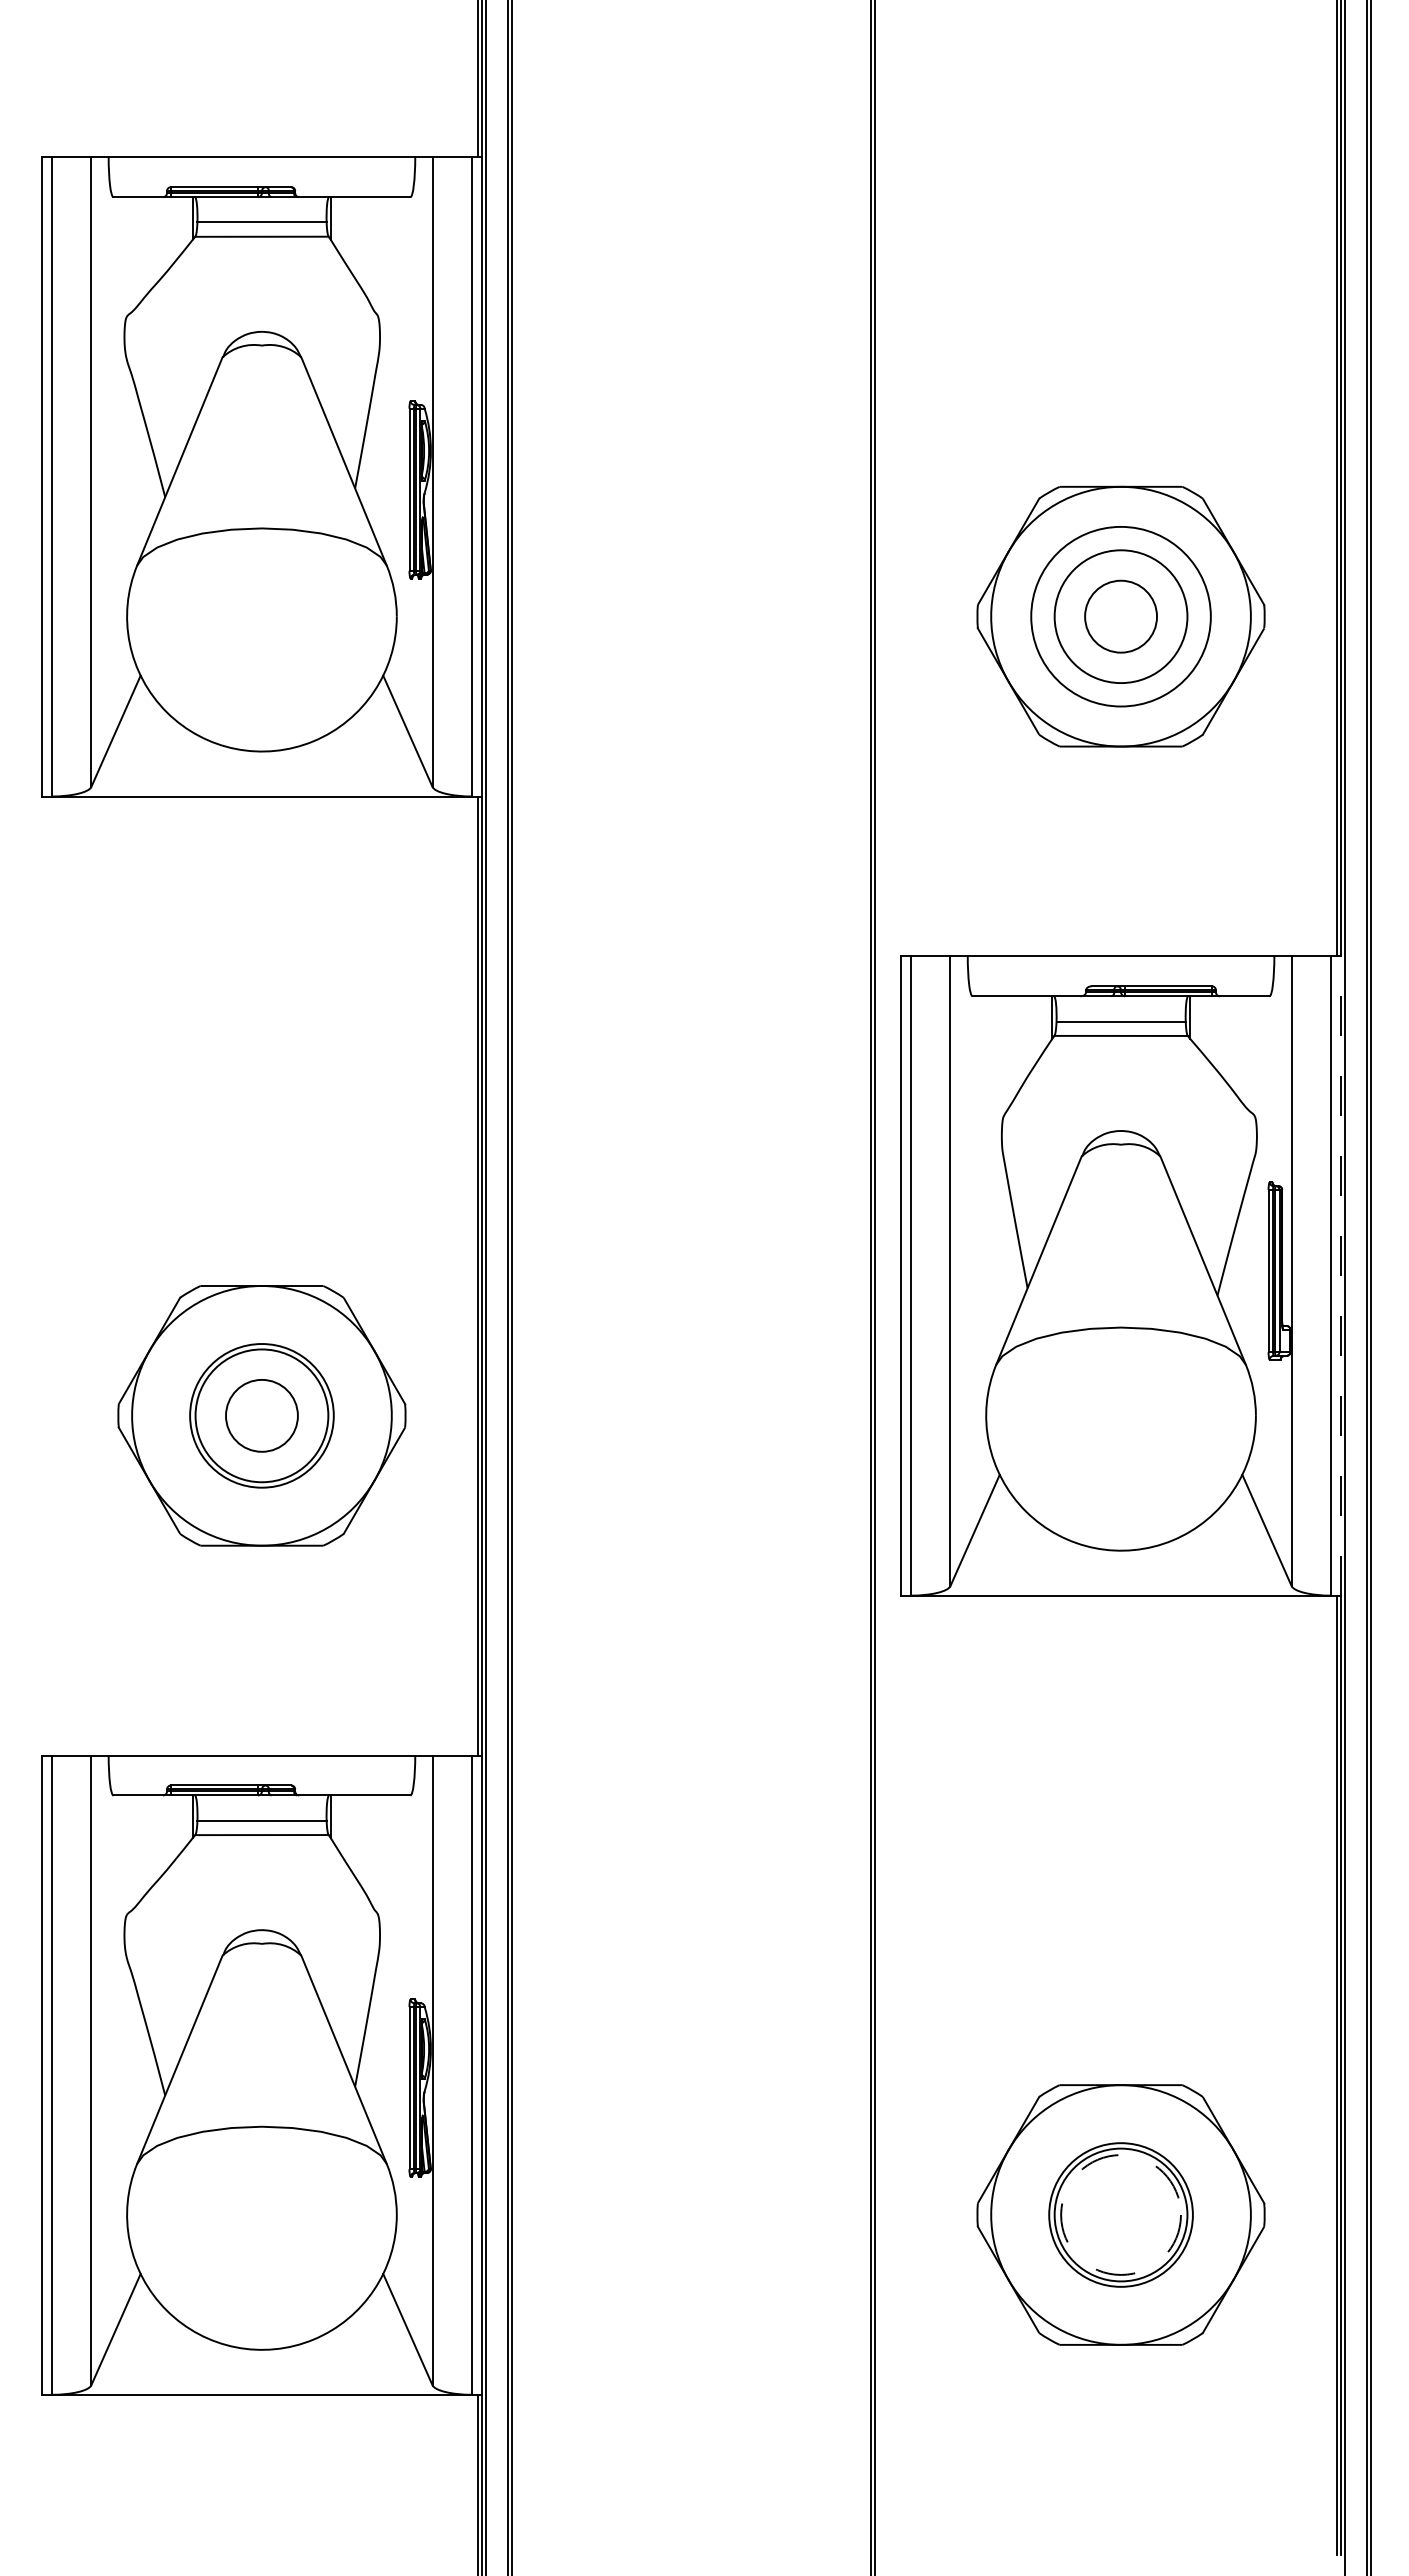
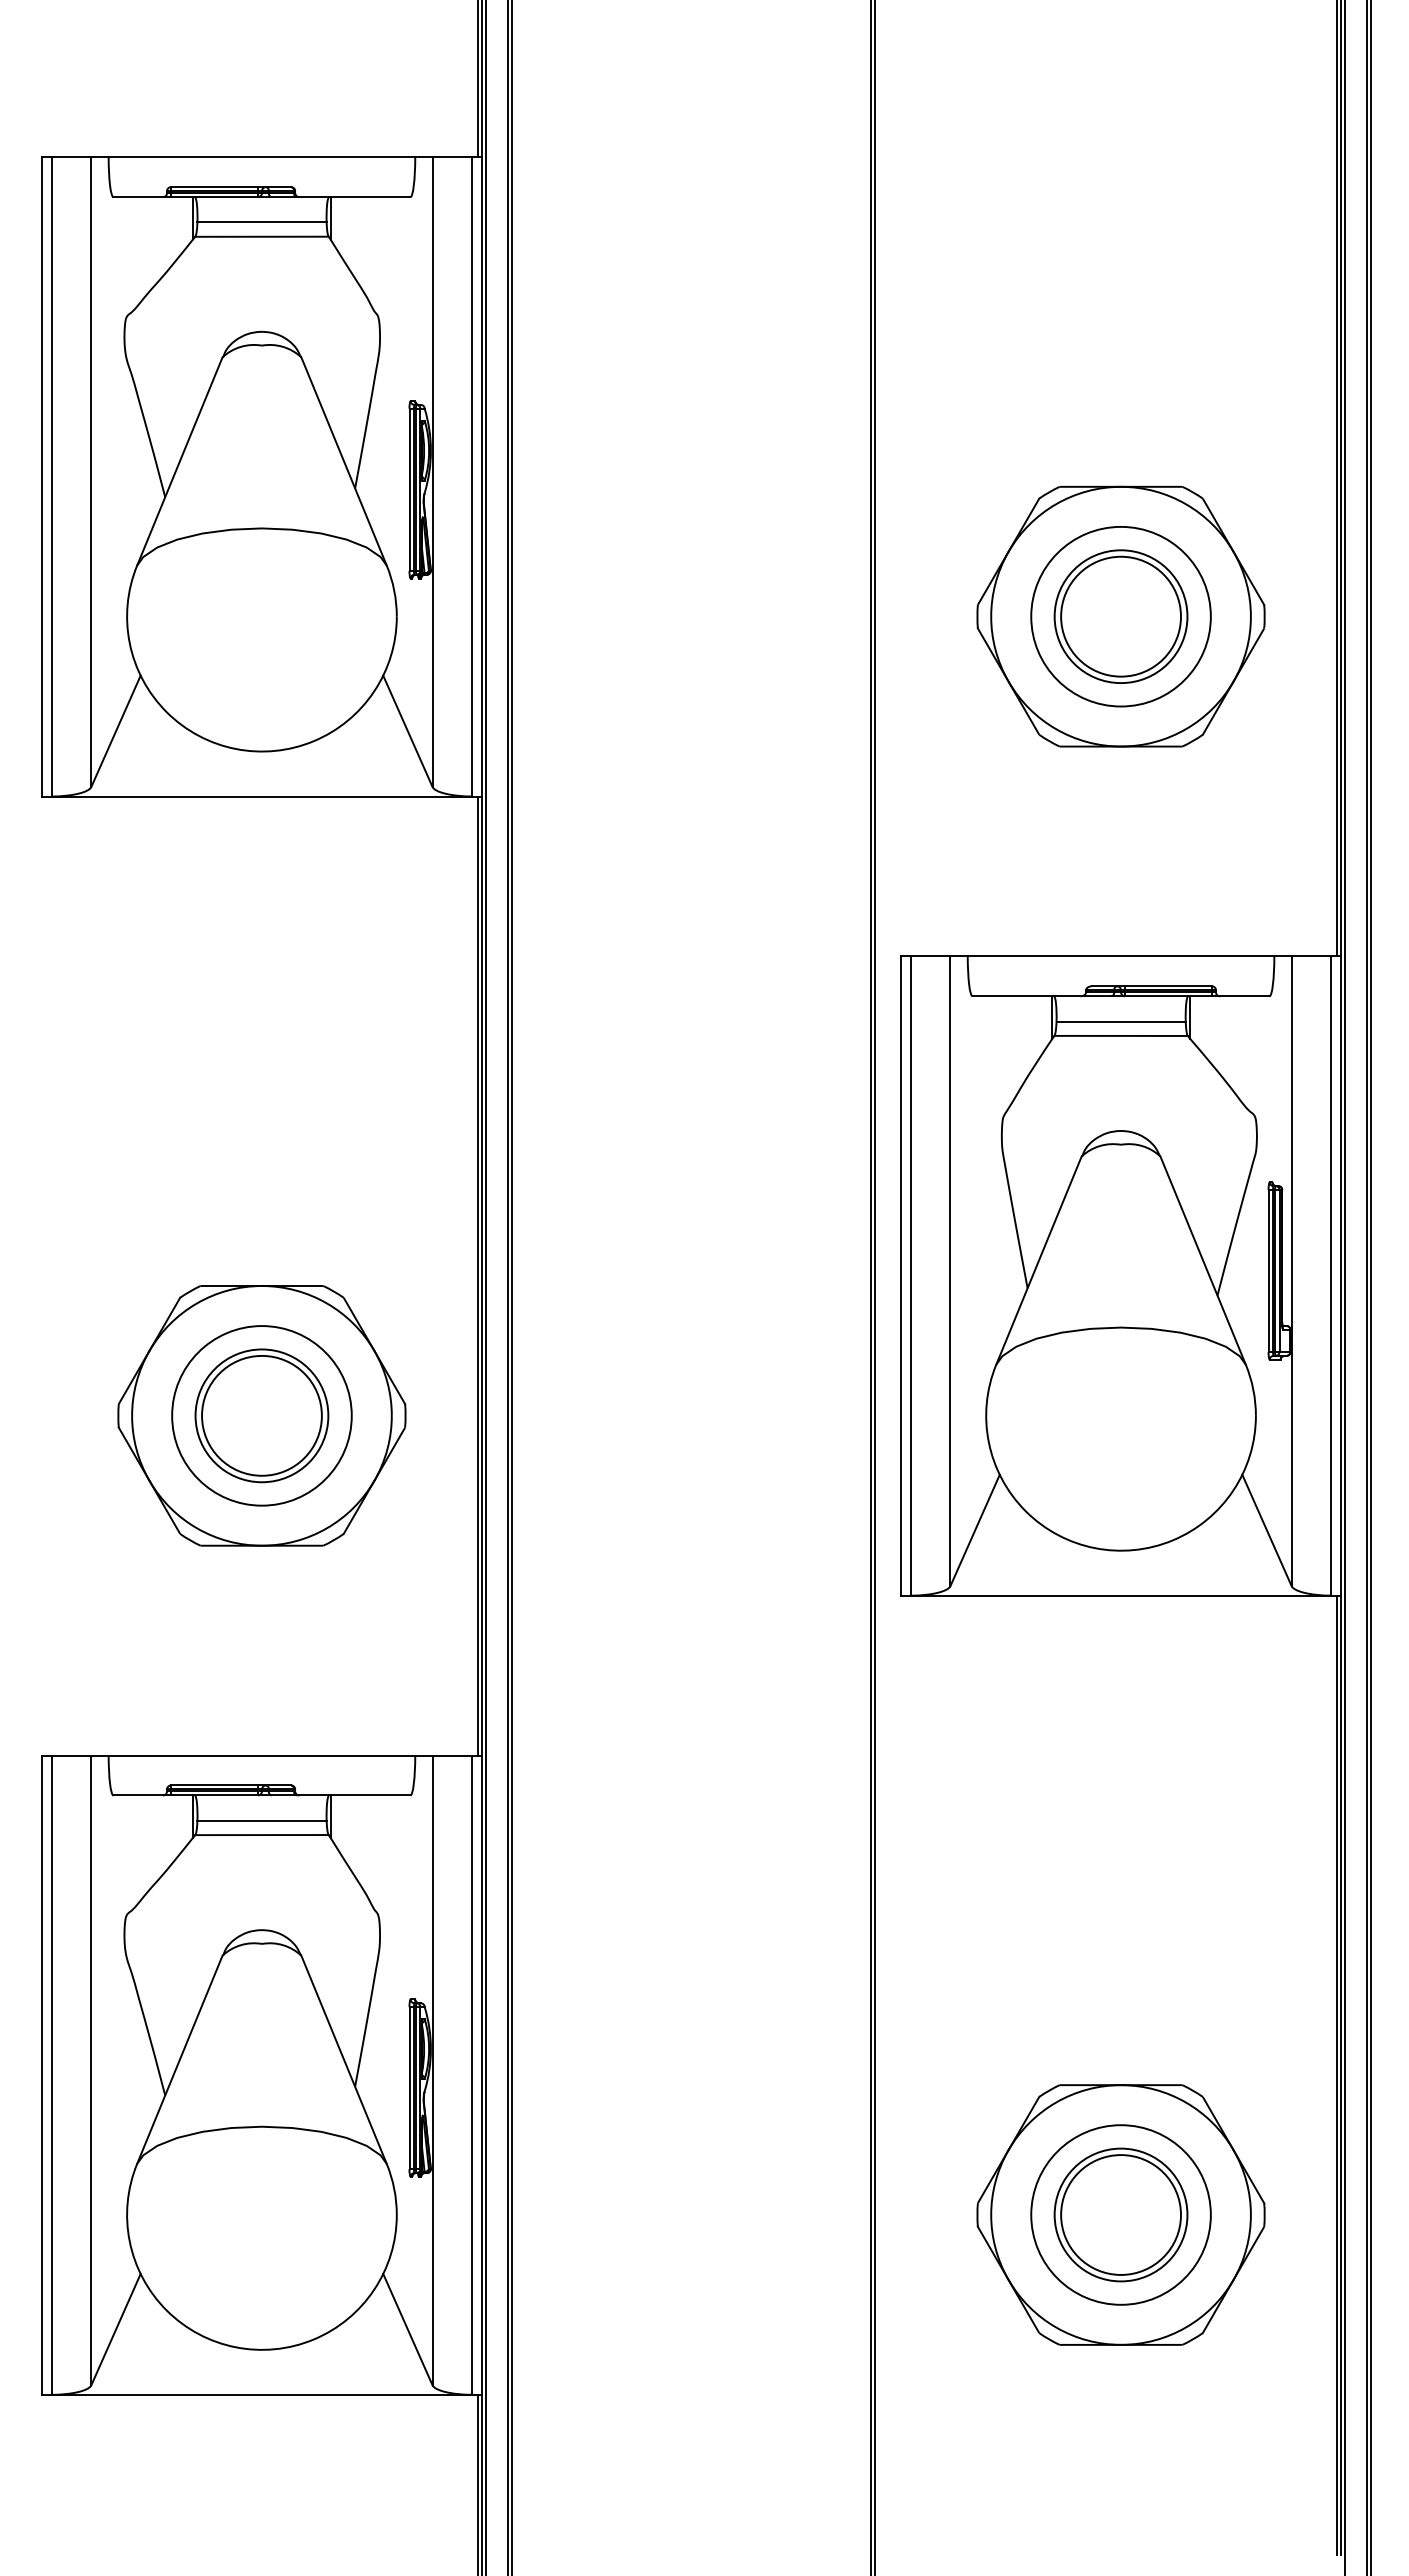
circle at (1121, 616) diameter: 72 px -> 120 px
line at (1340, 1276): dashed -> solid
circle at (261, 1415) diameter: 144 px -> 180 px
circle at (261, 1415) diameter: 72 px -> 120 px
circle at (1120, 2214) diameter: 144 px -> 180 px
circle at (1120, 2214): dashed -> solid
